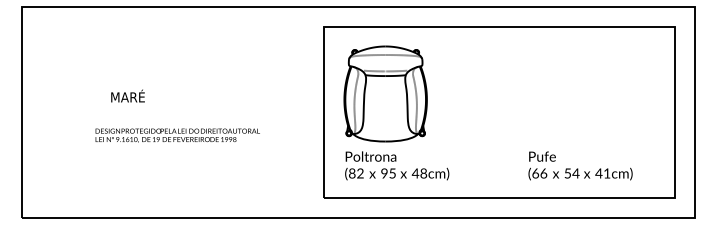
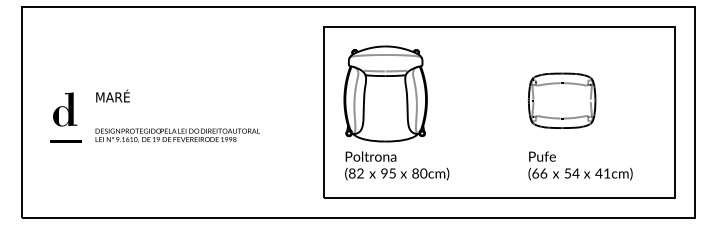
text at (127, 95) position: (127, 95) -> (112, 95)
part at (562, 100): none -> present
part at (65, 109): none -> present
fill at (65, 141): none -> present
text at (419, 173): 48cm) -> 80cm)
